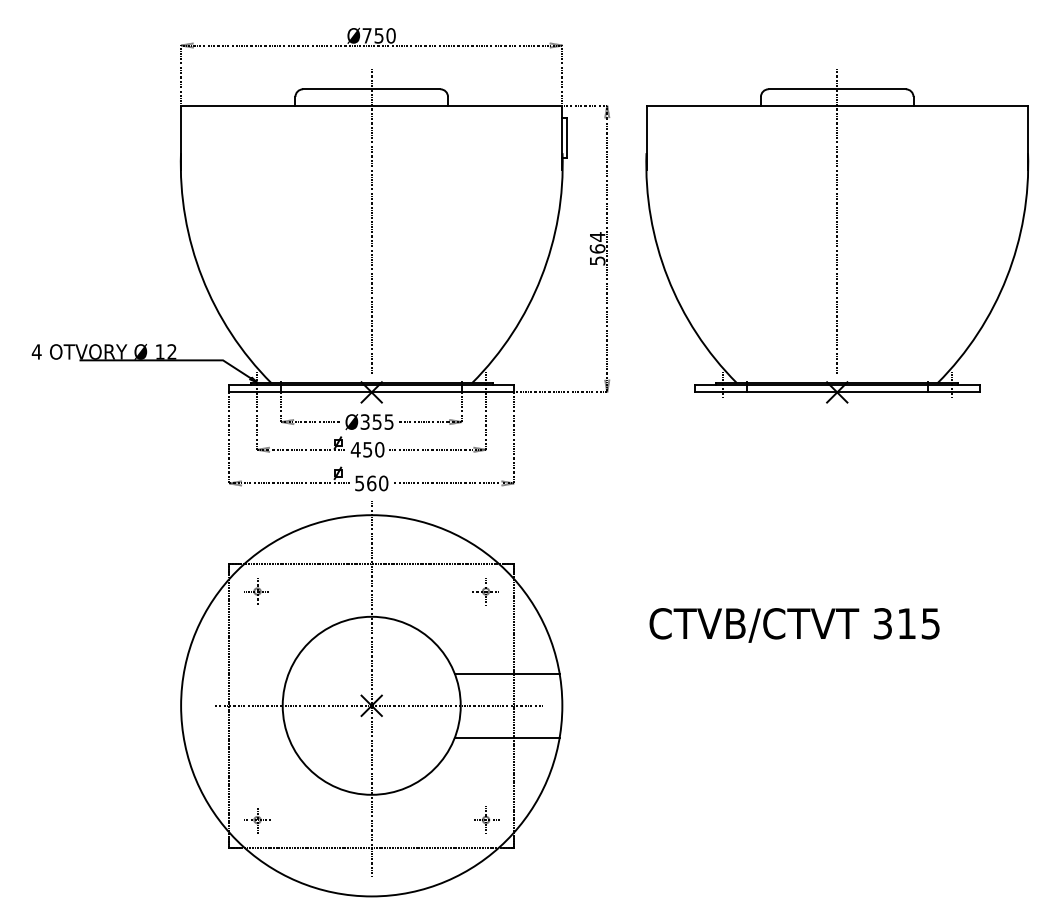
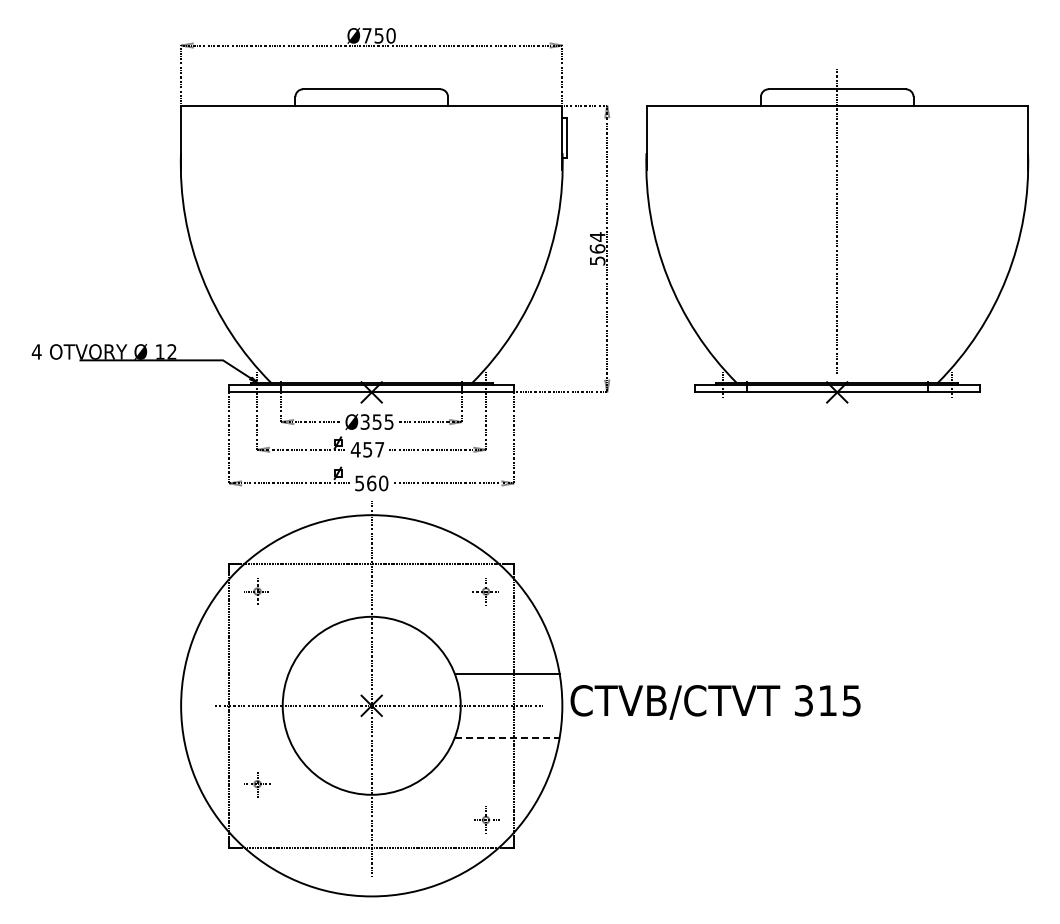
line at (371, 221): present -> none
text at (379, 449): 450 -> 457
text at (794, 625) position: (794, 625) -> (715, 702)
line at (507, 738): solid -> dashed
part at (257, 820) position: (257, 820) -> (257, 784)
